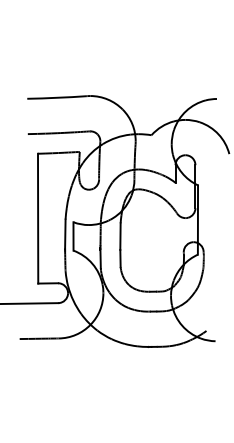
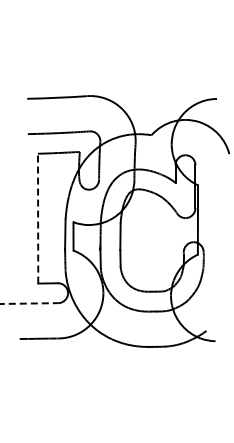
line at (38, 218): solid -> dashed
line at (29, 303): solid -> dashed
